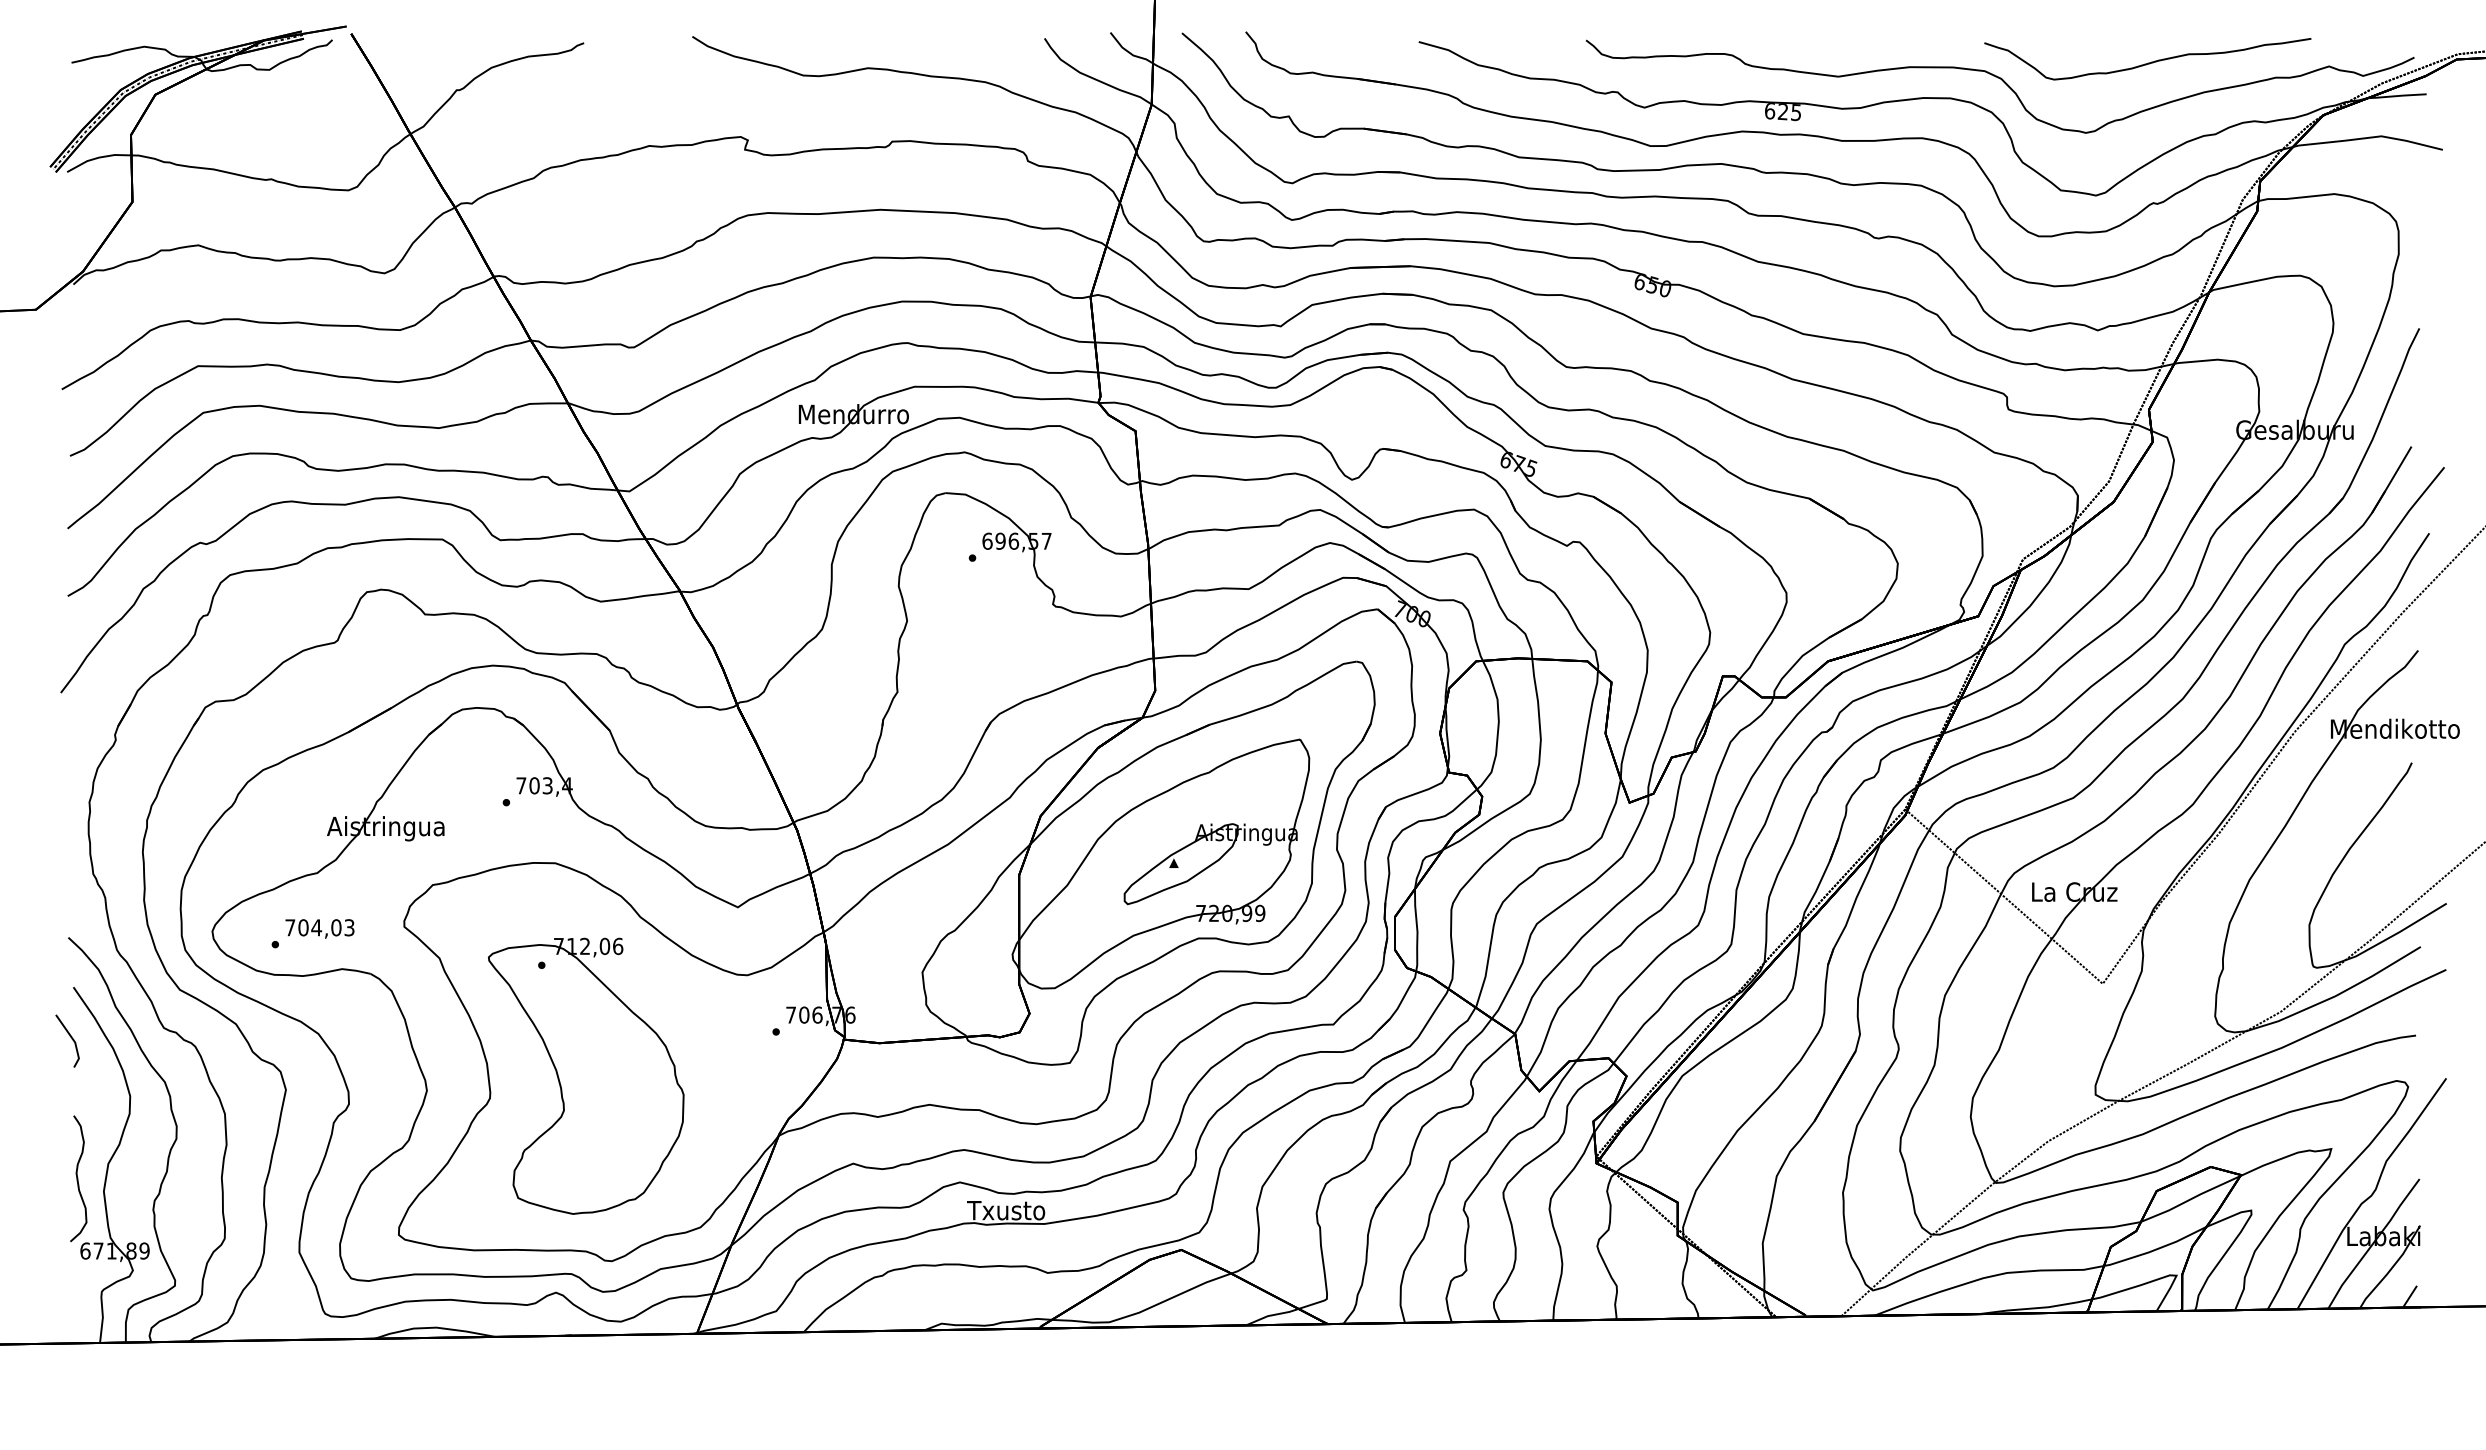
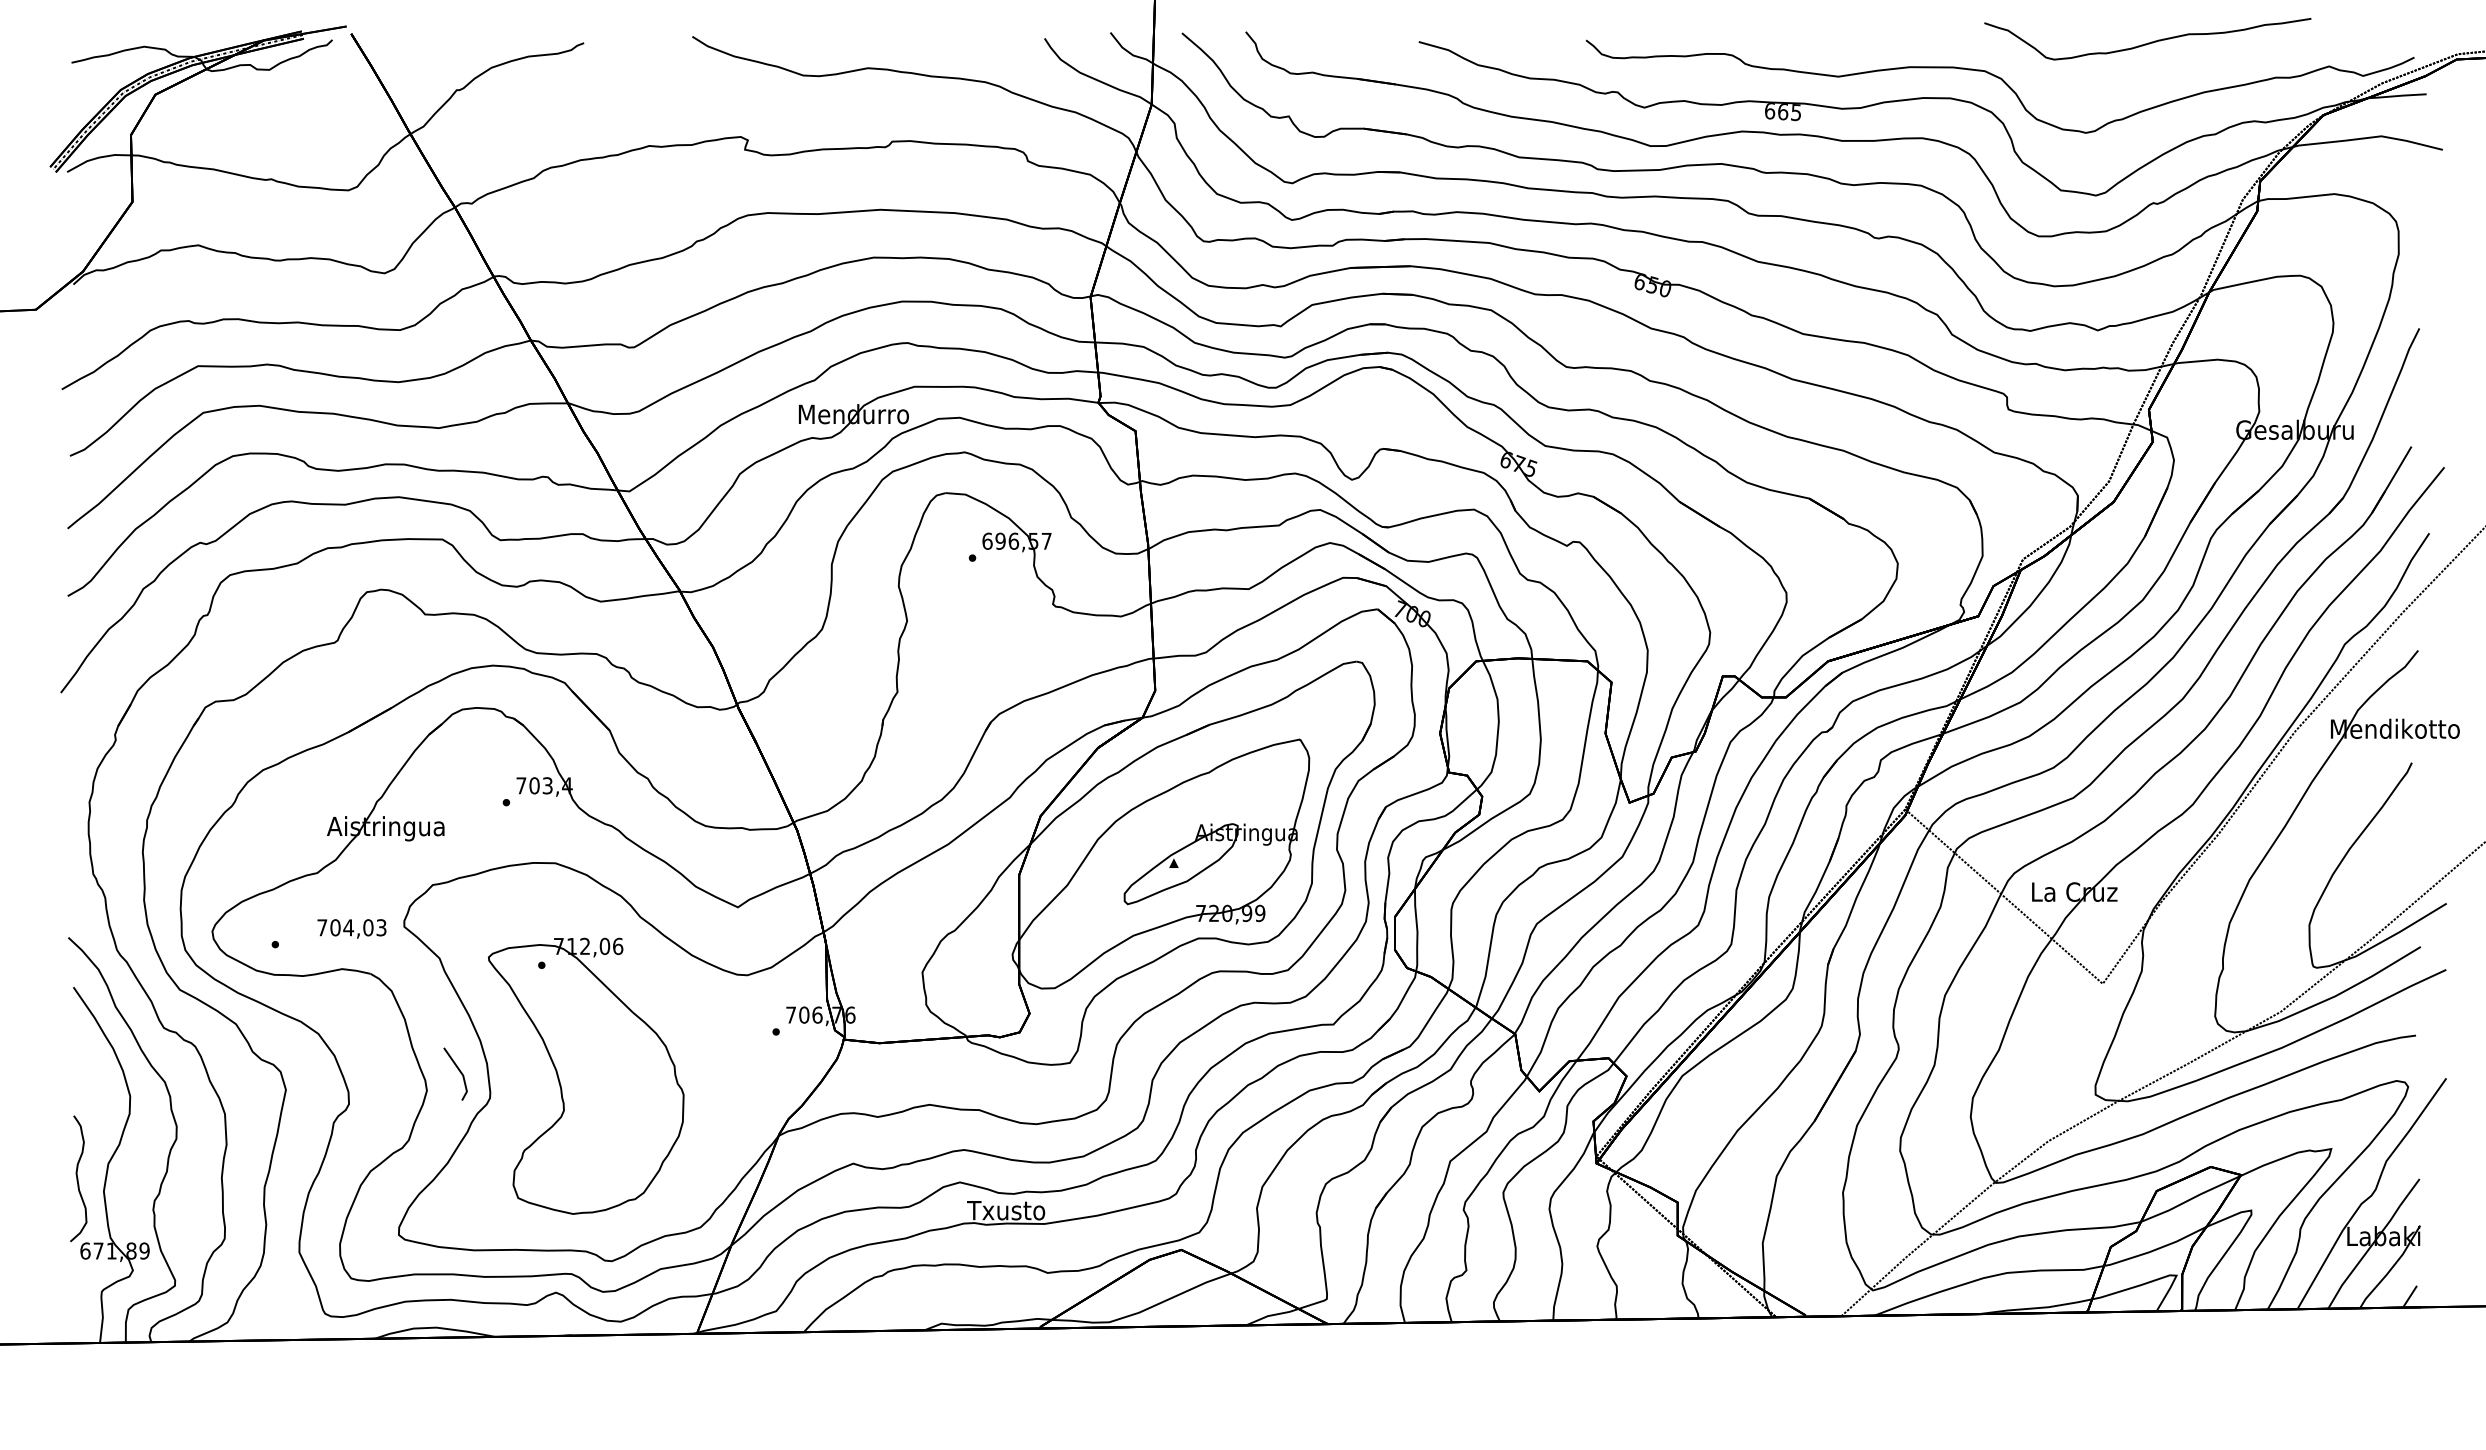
curve at (2148, 62) position: (2148, 62) -> (2148, 42)
text at (1782, 111): 625 -> 665
text at (319, 928) position: (319, 928) -> (351, 928)
line at (71, 1039) position: (71, 1039) -> (459, 1072)
